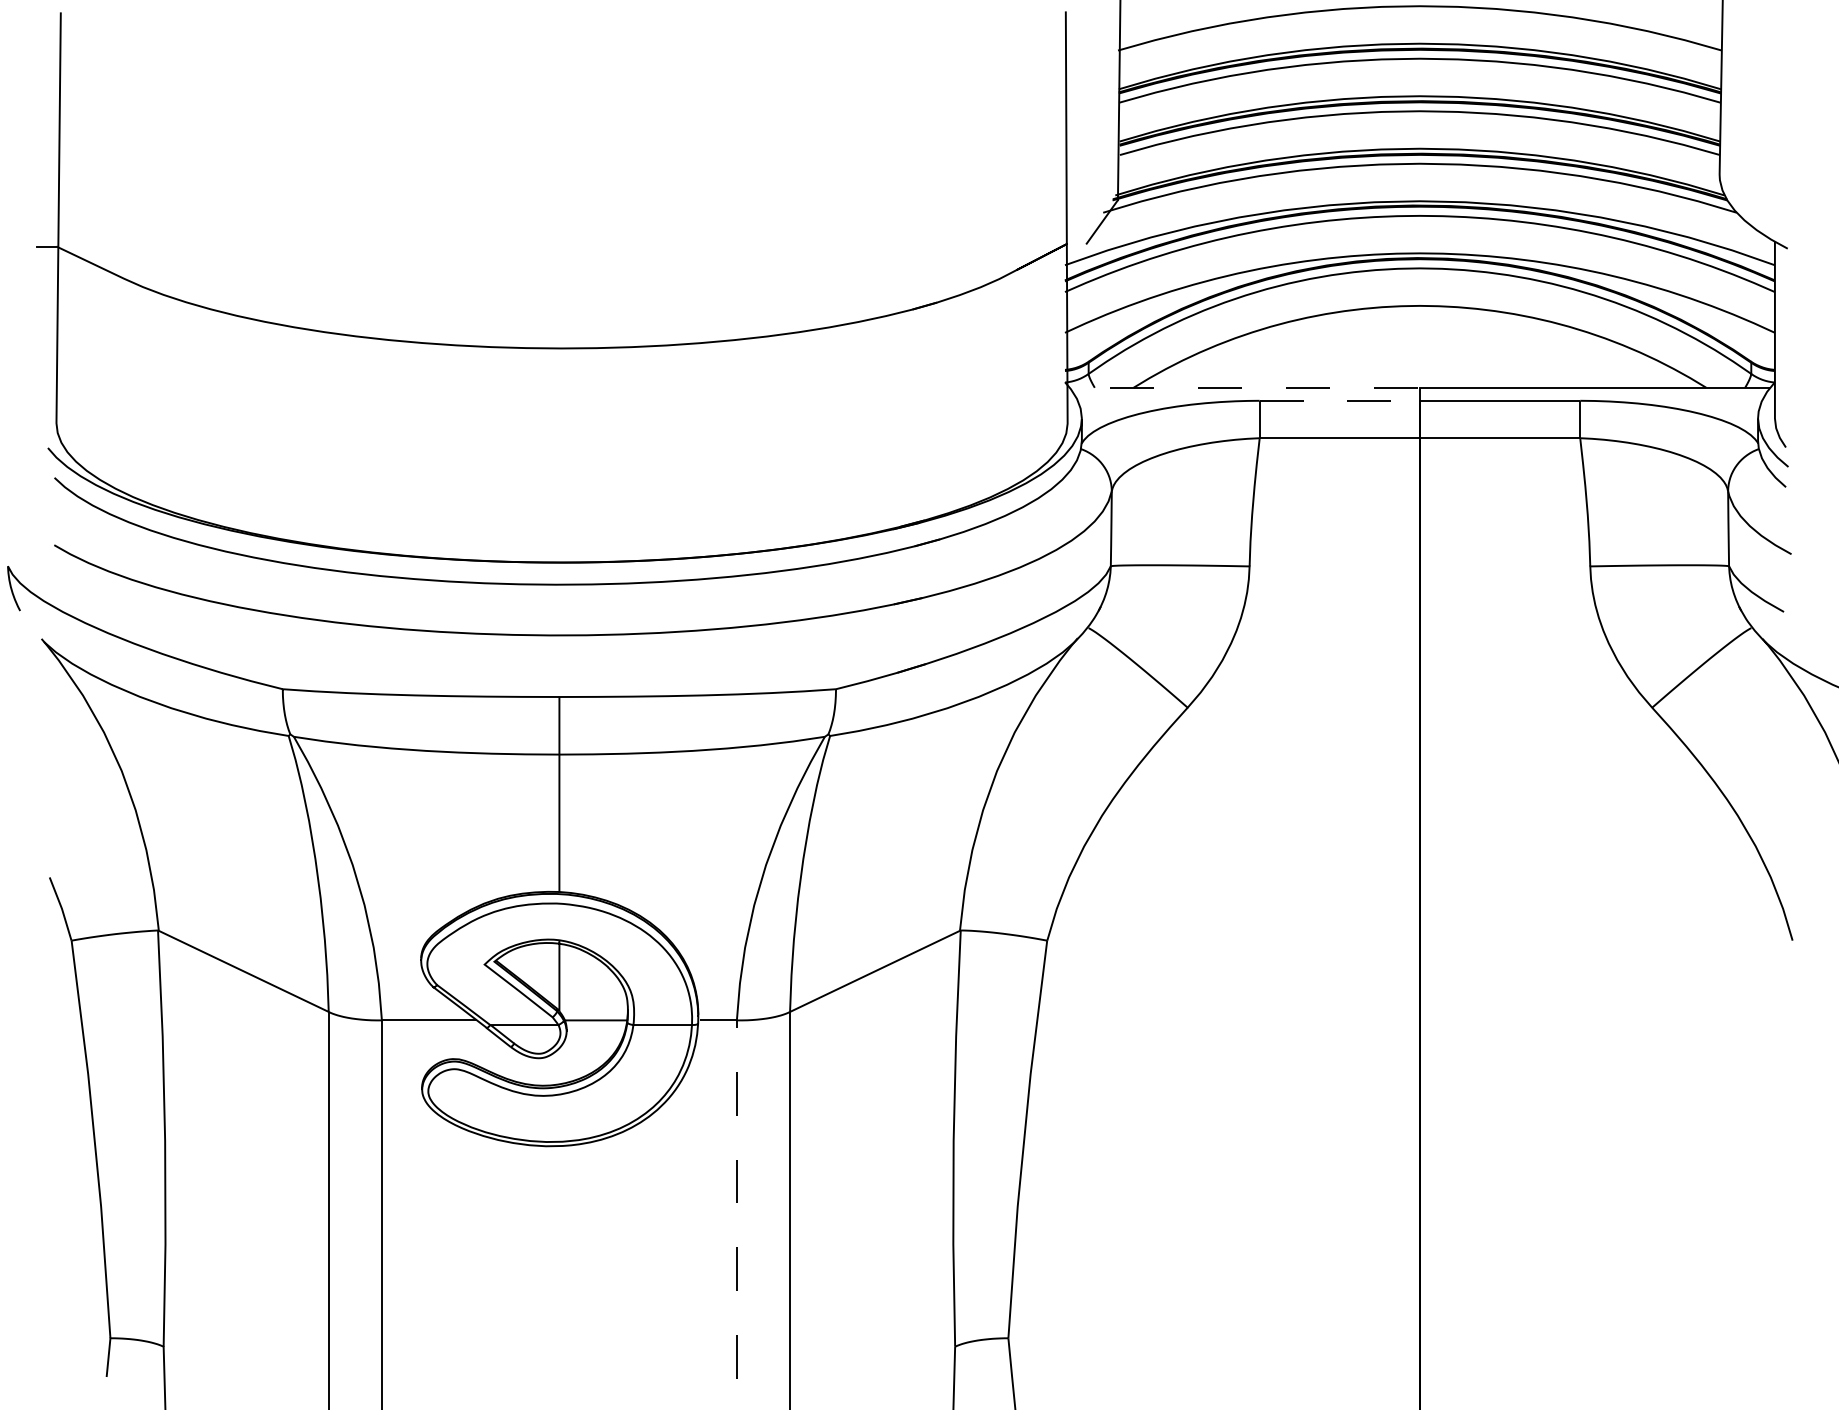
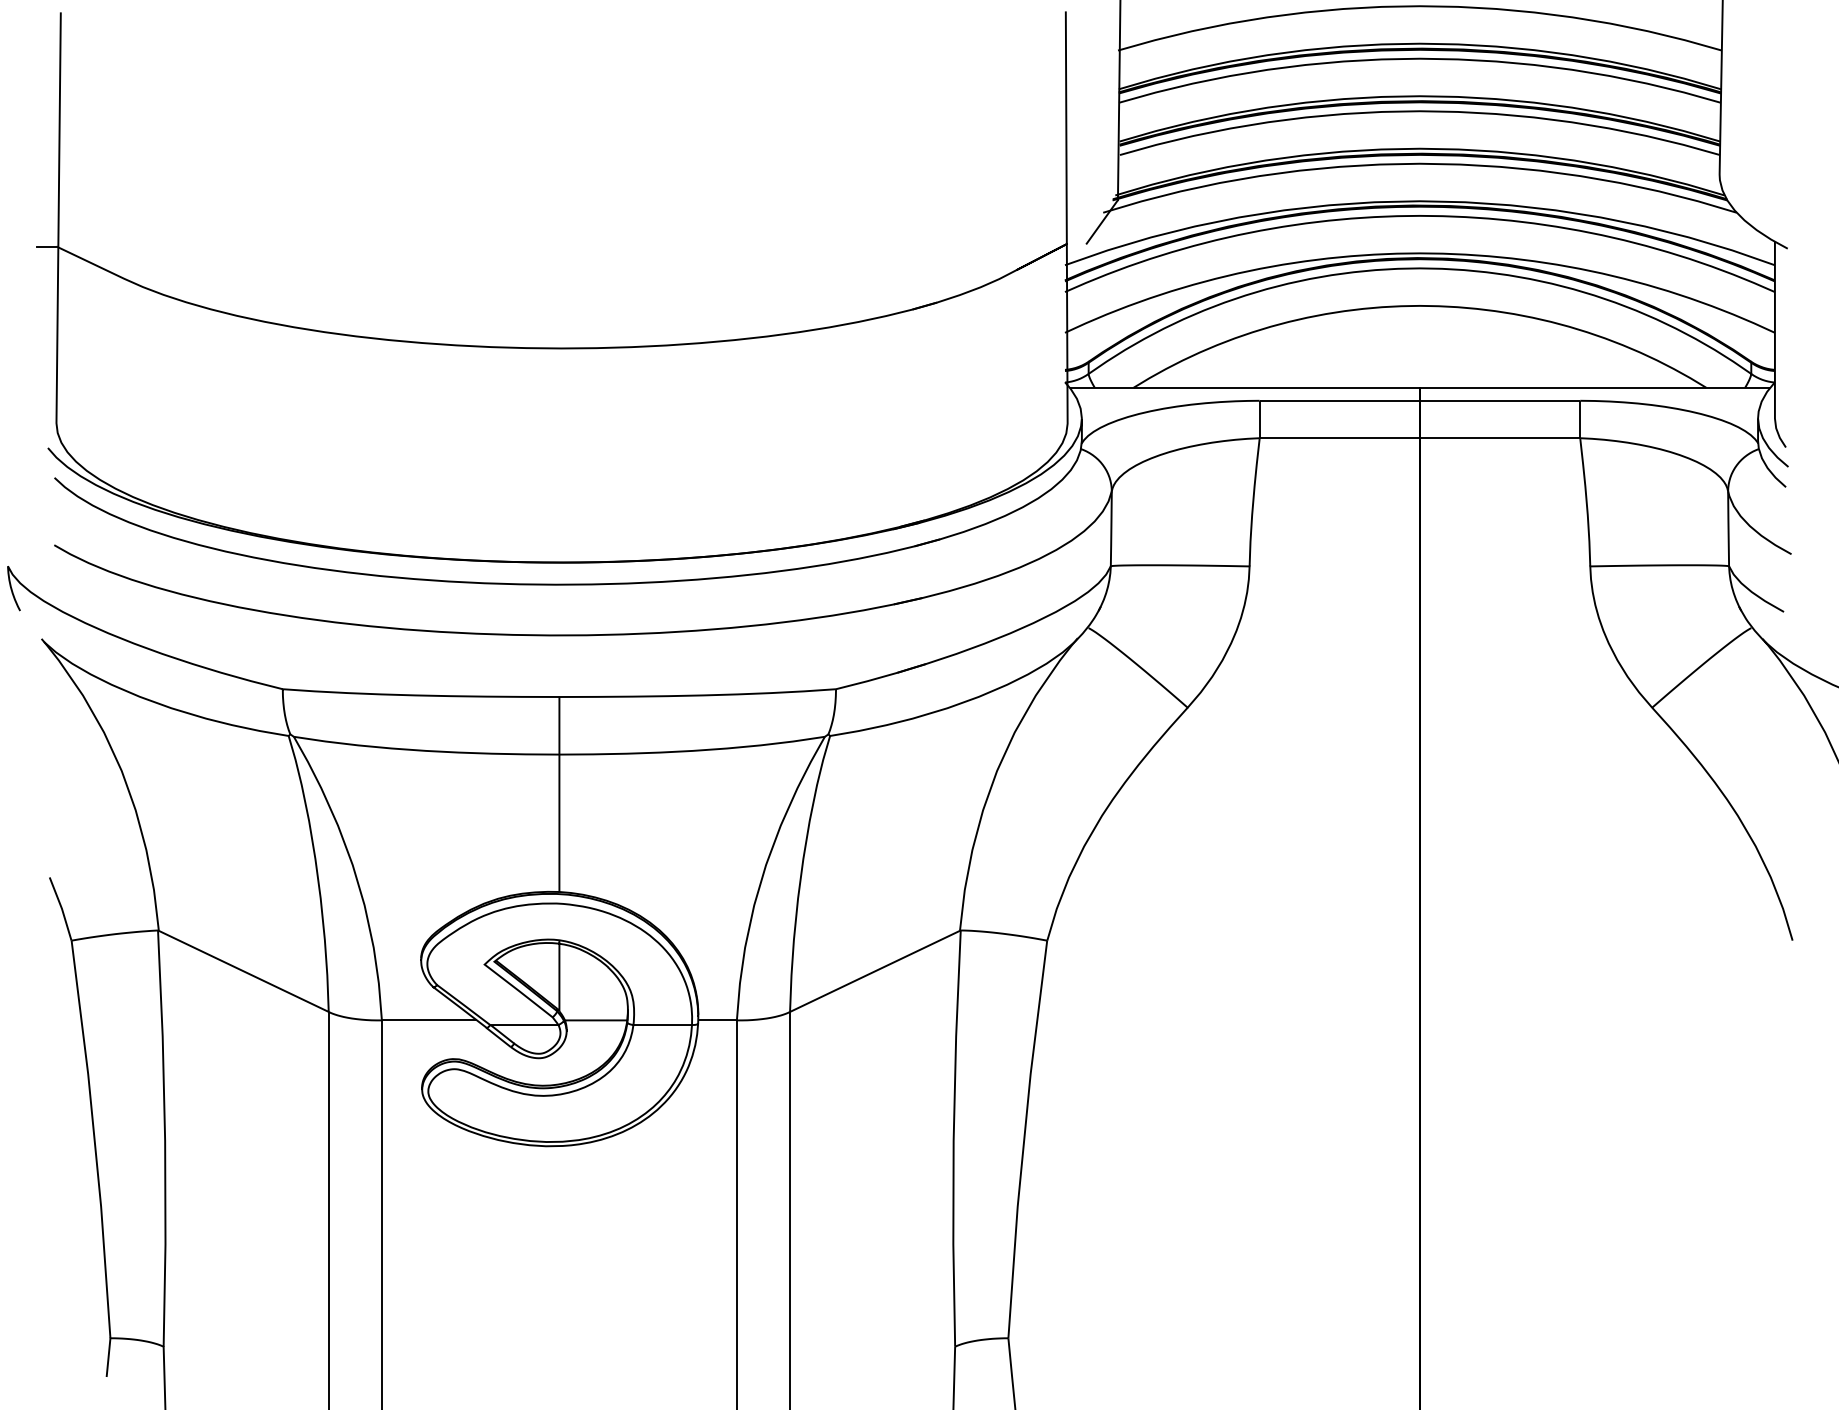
line at (1332, 387): dashed -> solid
line at (736, 1194): dashed -> solid
